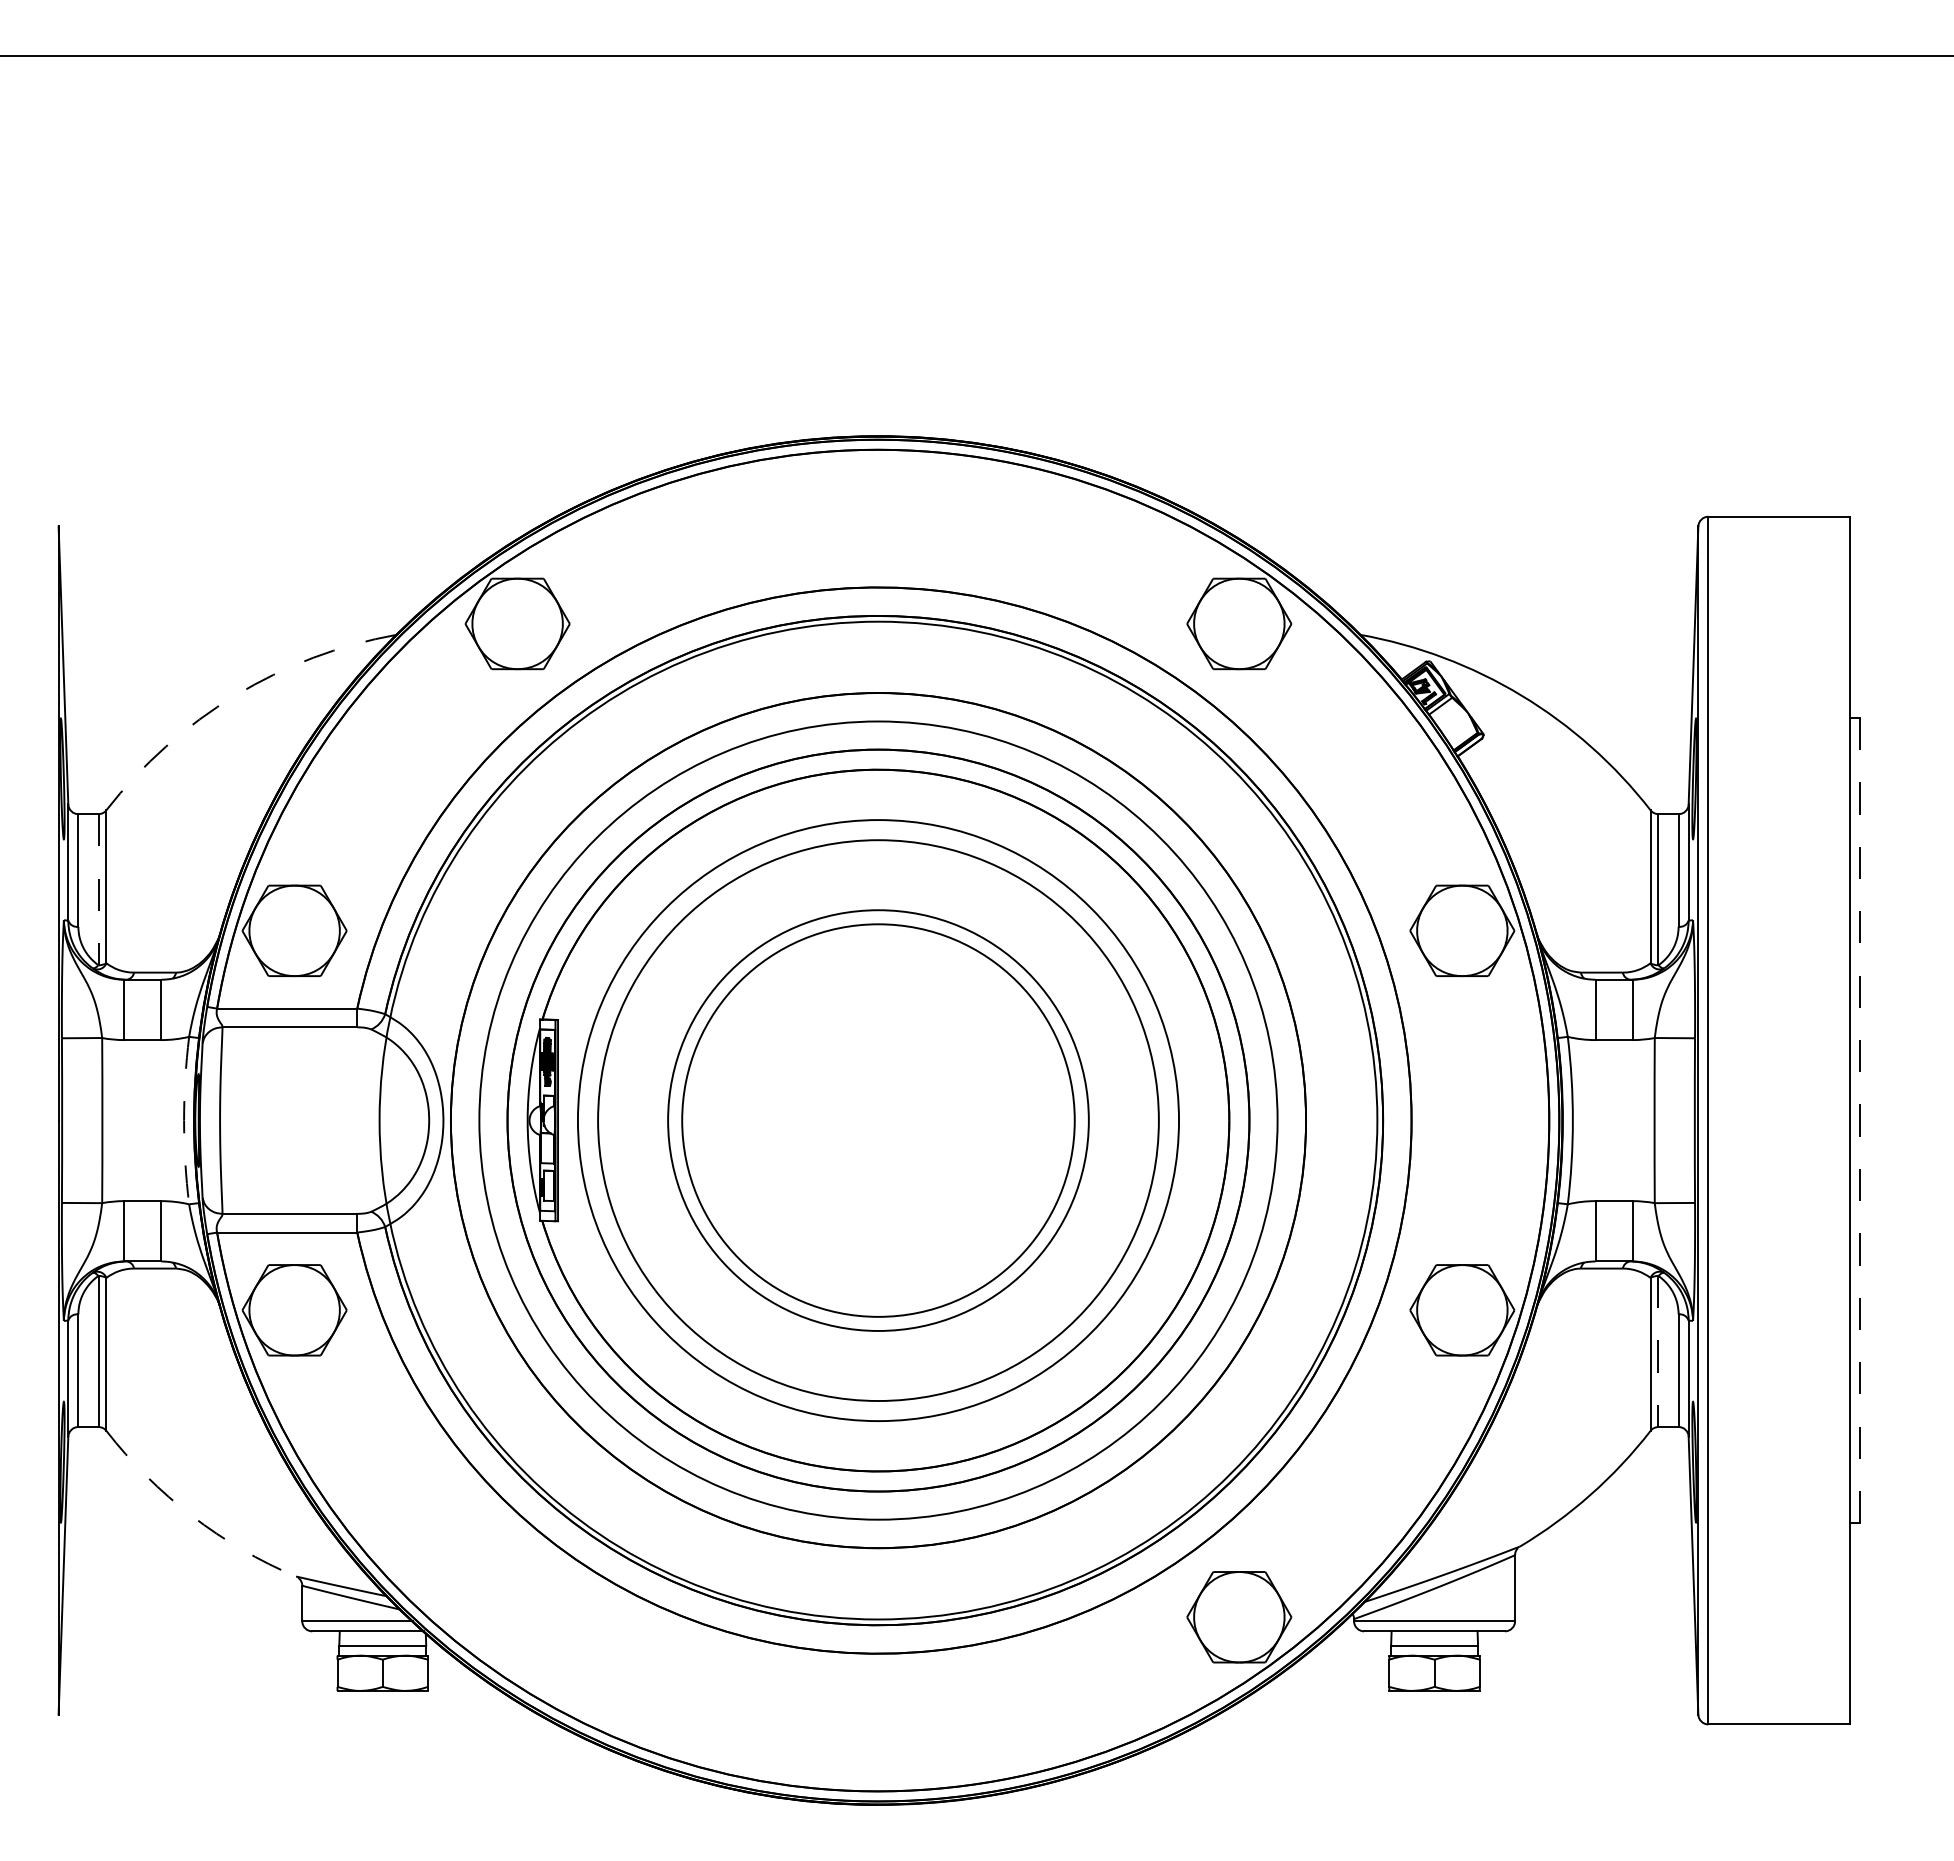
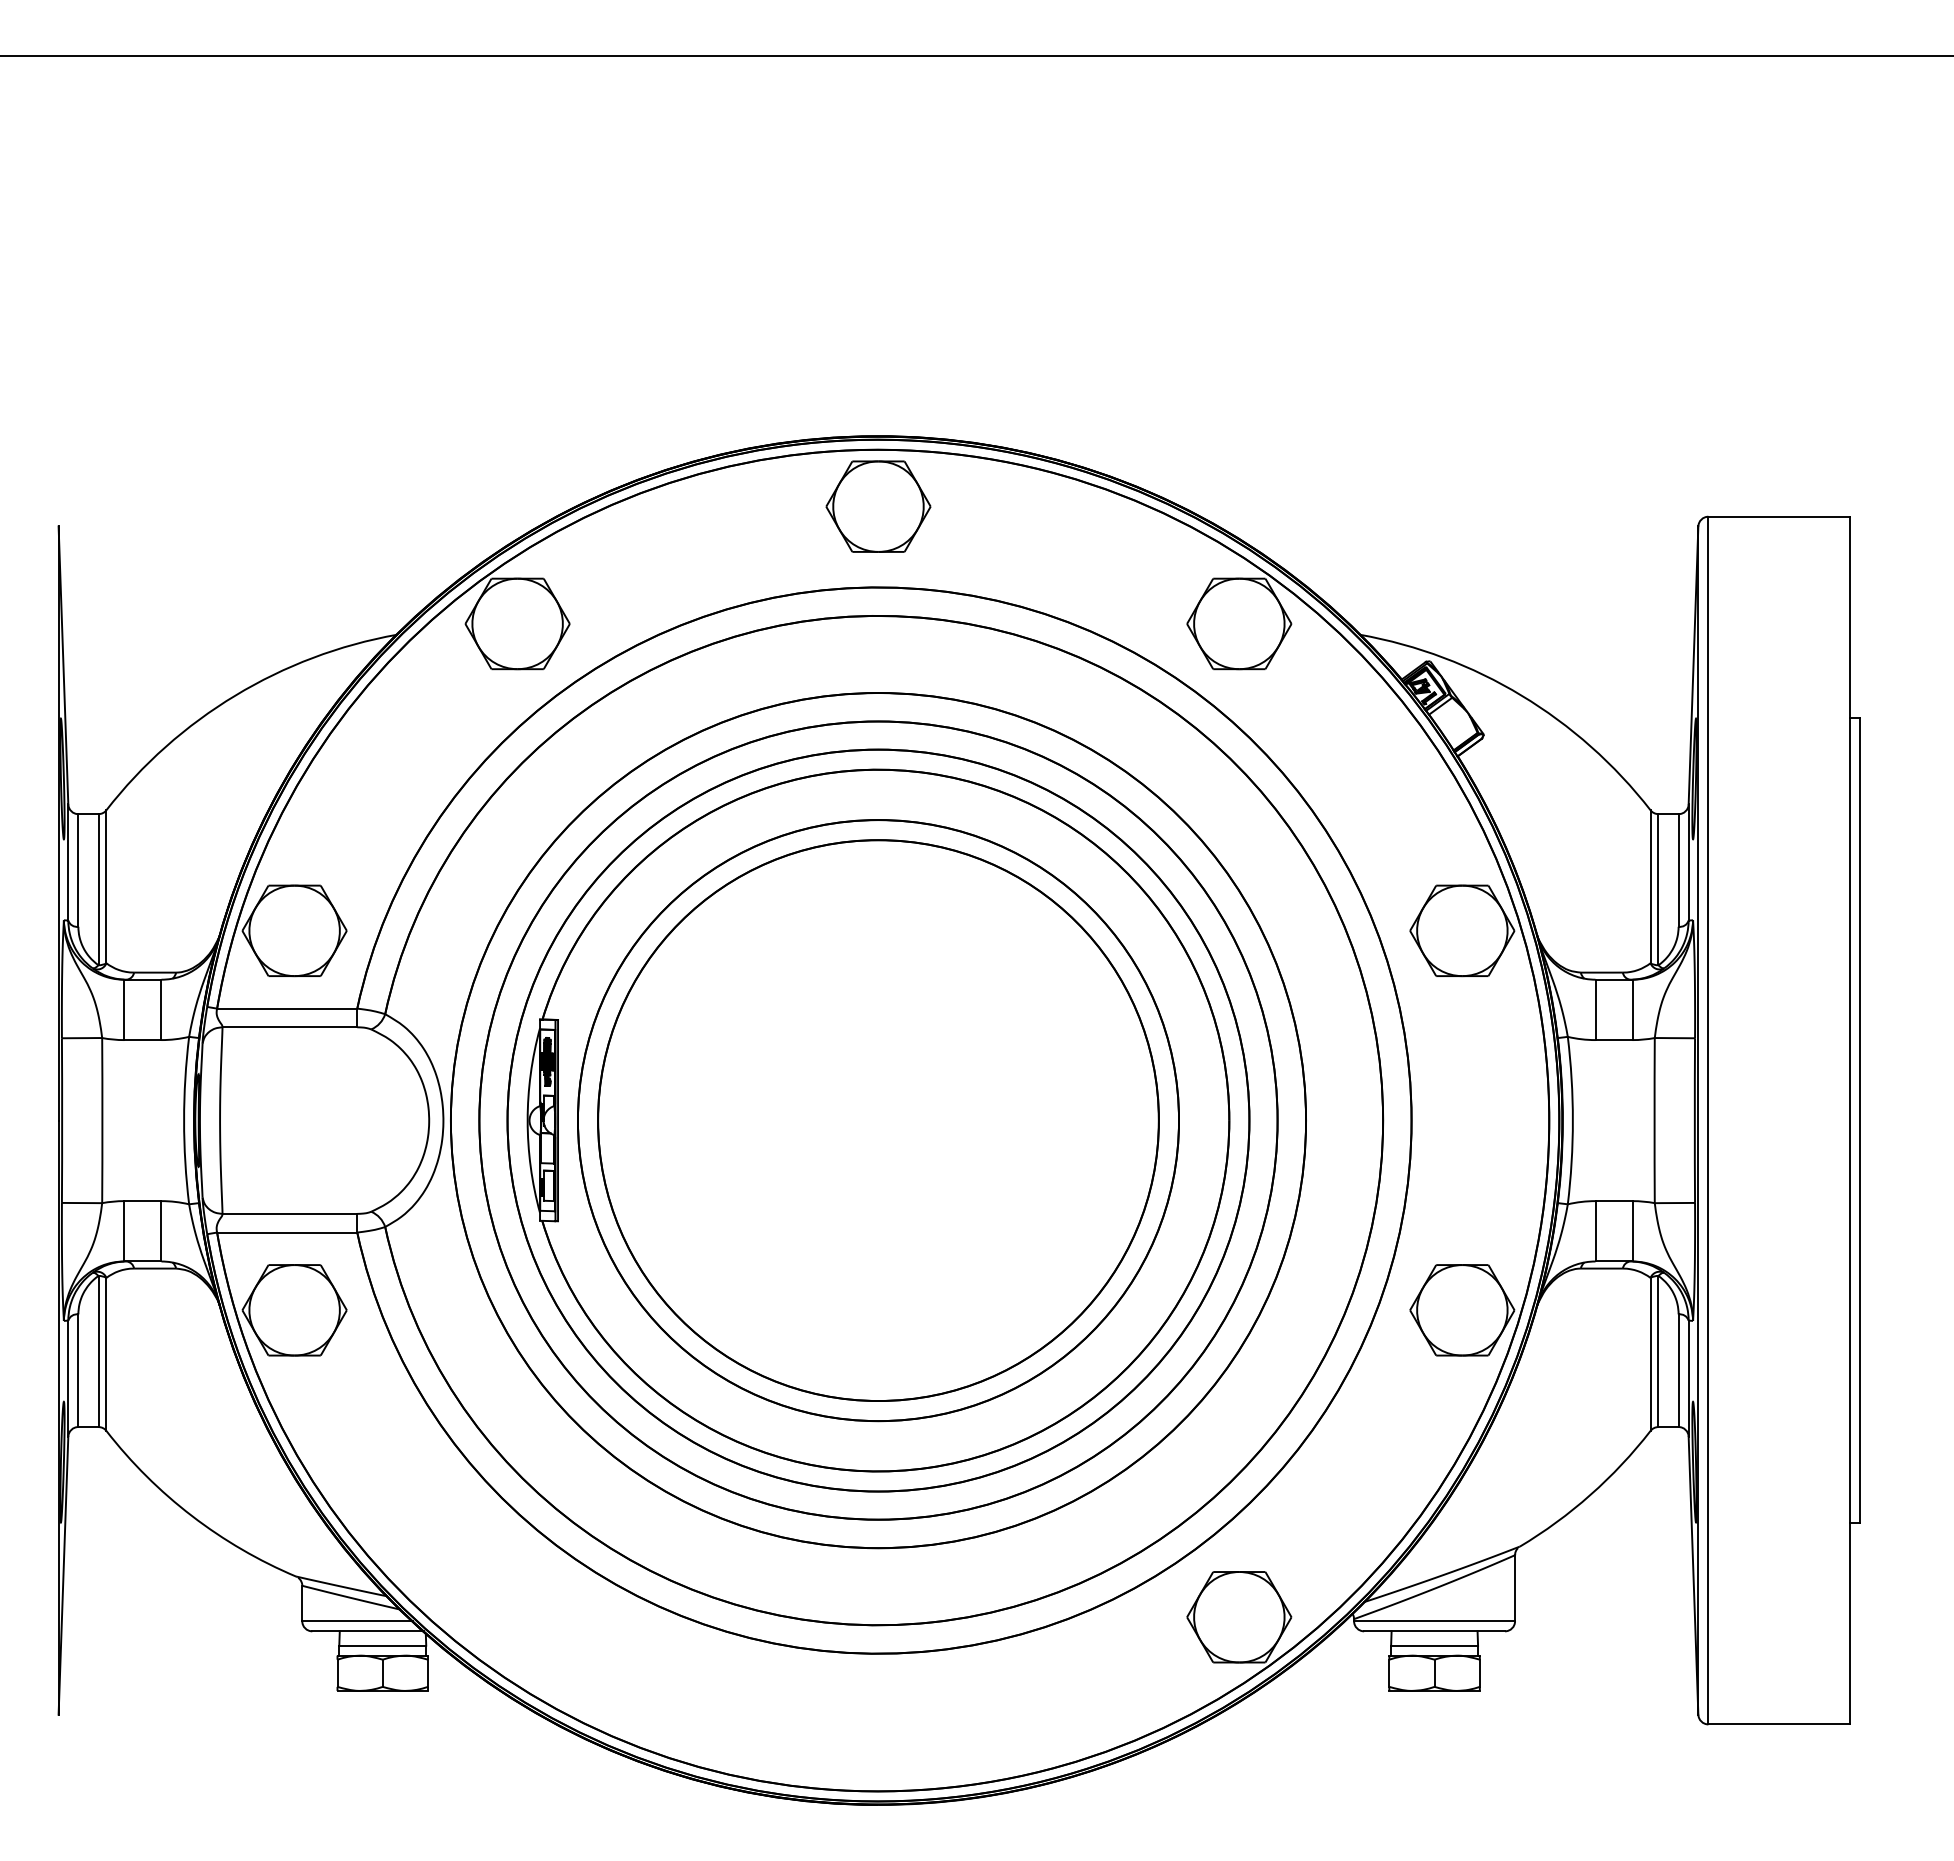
part at (878, 506): none -> present
arc at (235, 695): dashed -> solid
line at (98, 889): dashed -> solid
arc at (184, 1120): dashed -> solid
circle at (878, 1120) diameter: 393 px -> 561 px
circle at (878, 1120) diameter: 421 px -> 601 px
circle at (878, 1120) diameter: 998 px -> 798 px
line at (1859, 1120): dashed -> solid
line at (1658, 1351): dashed -> solid
arc at (192, 1516): dashed -> solid
